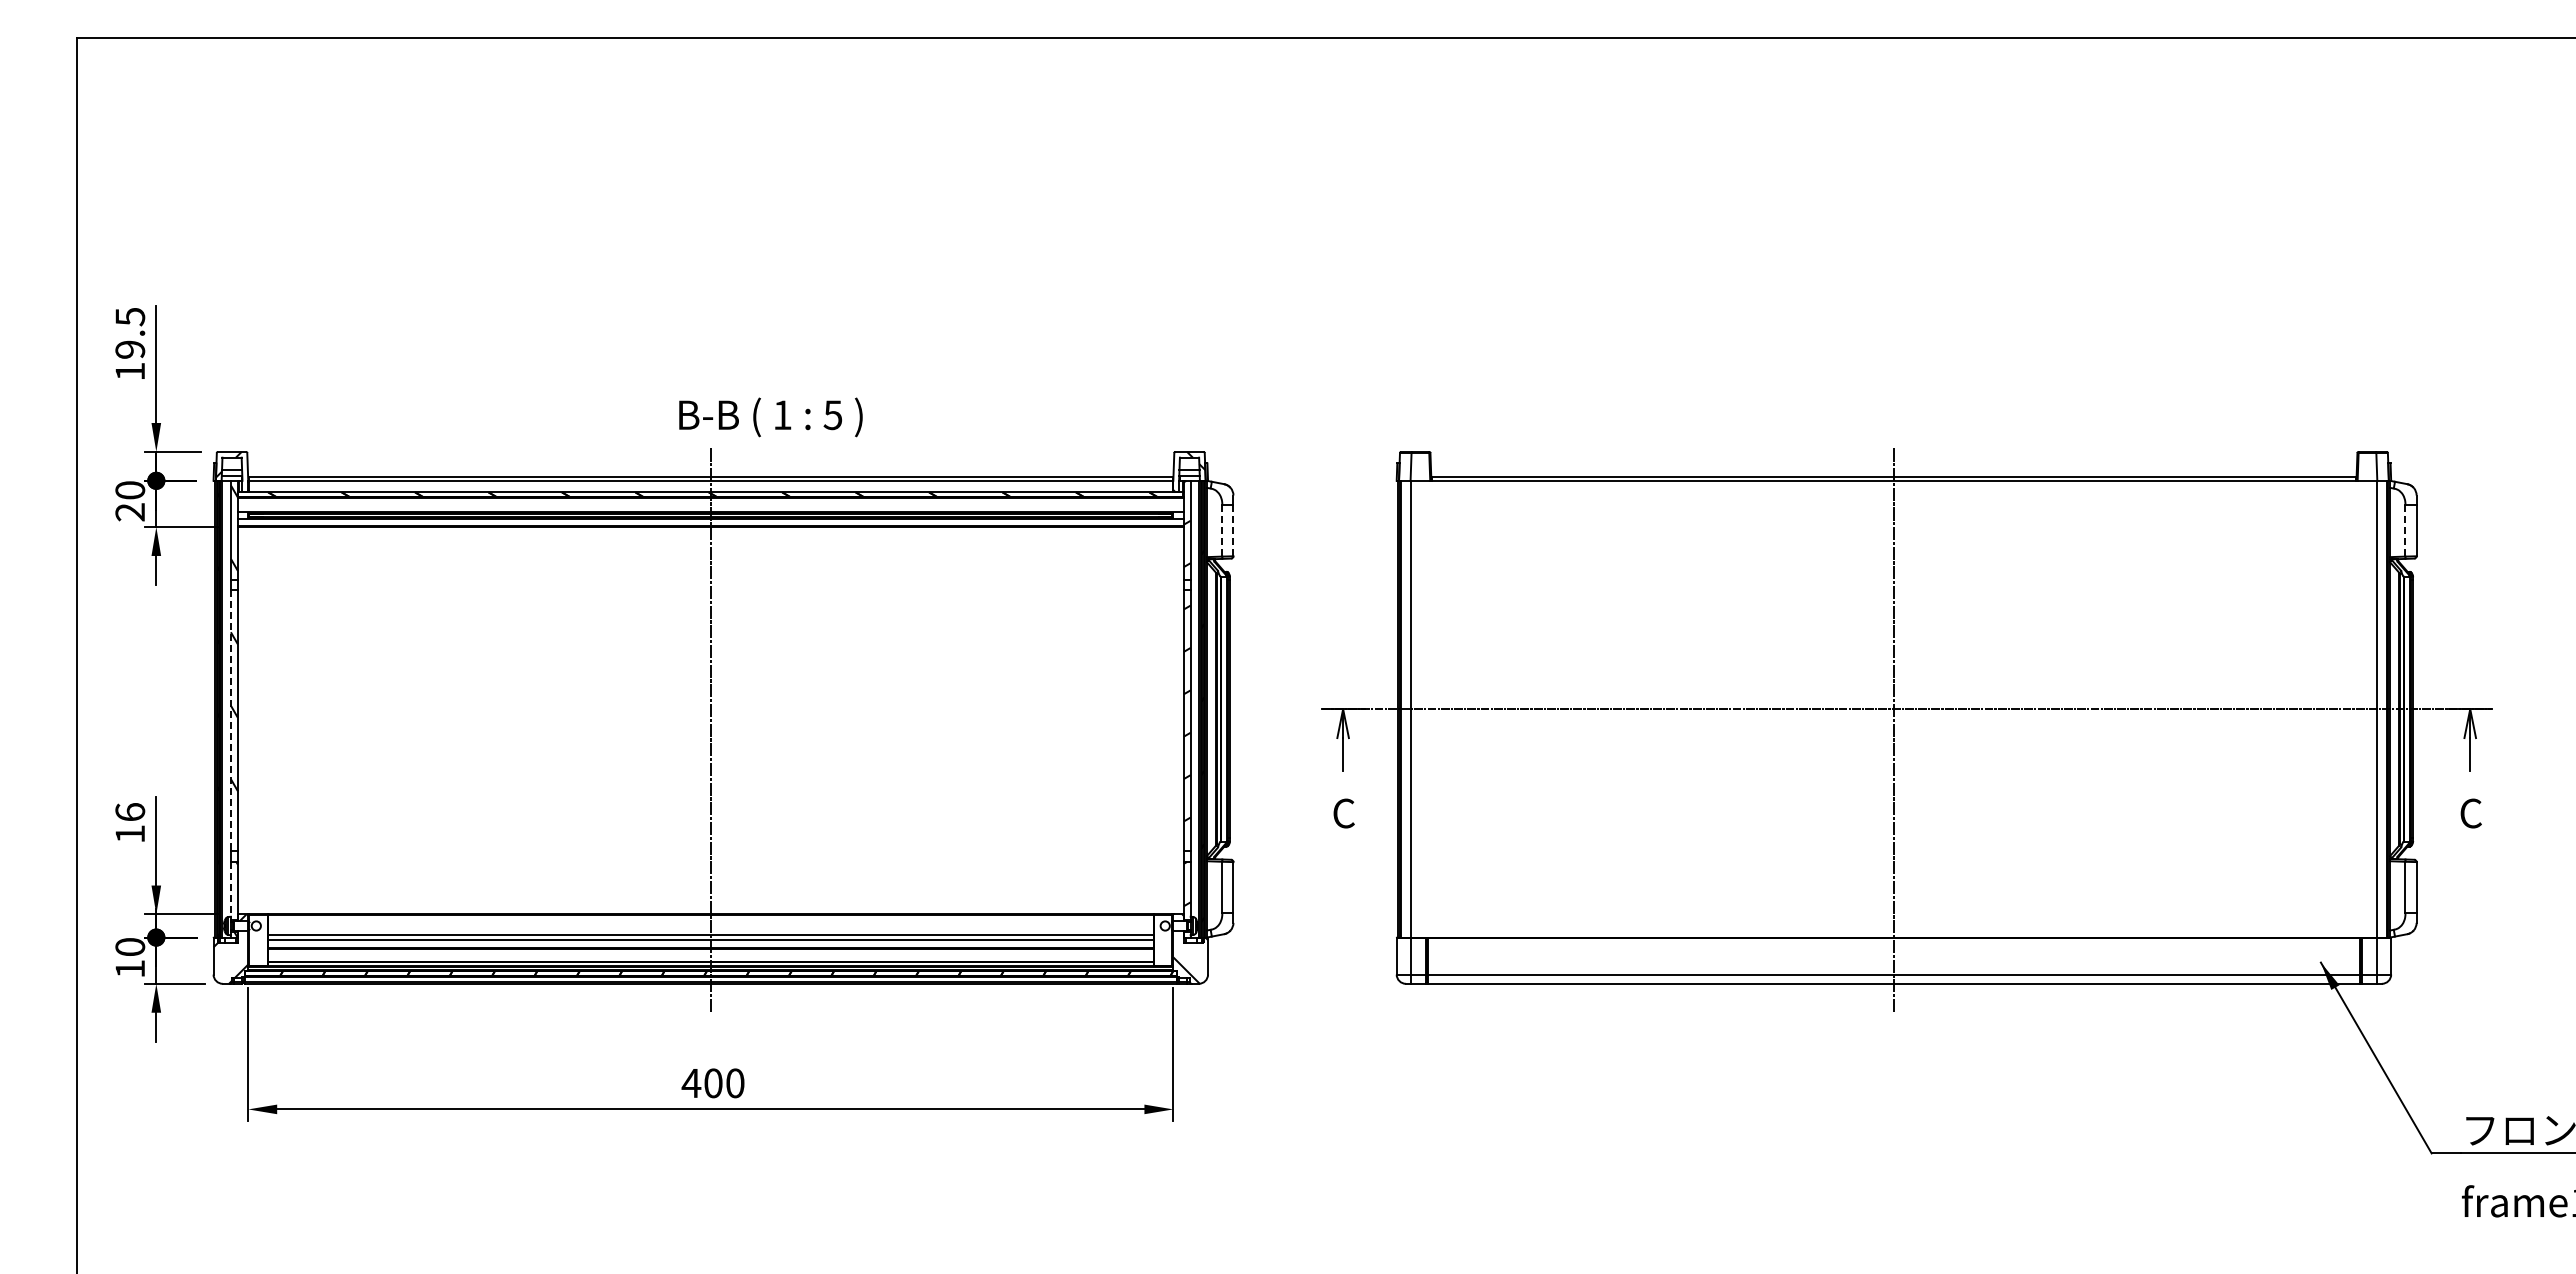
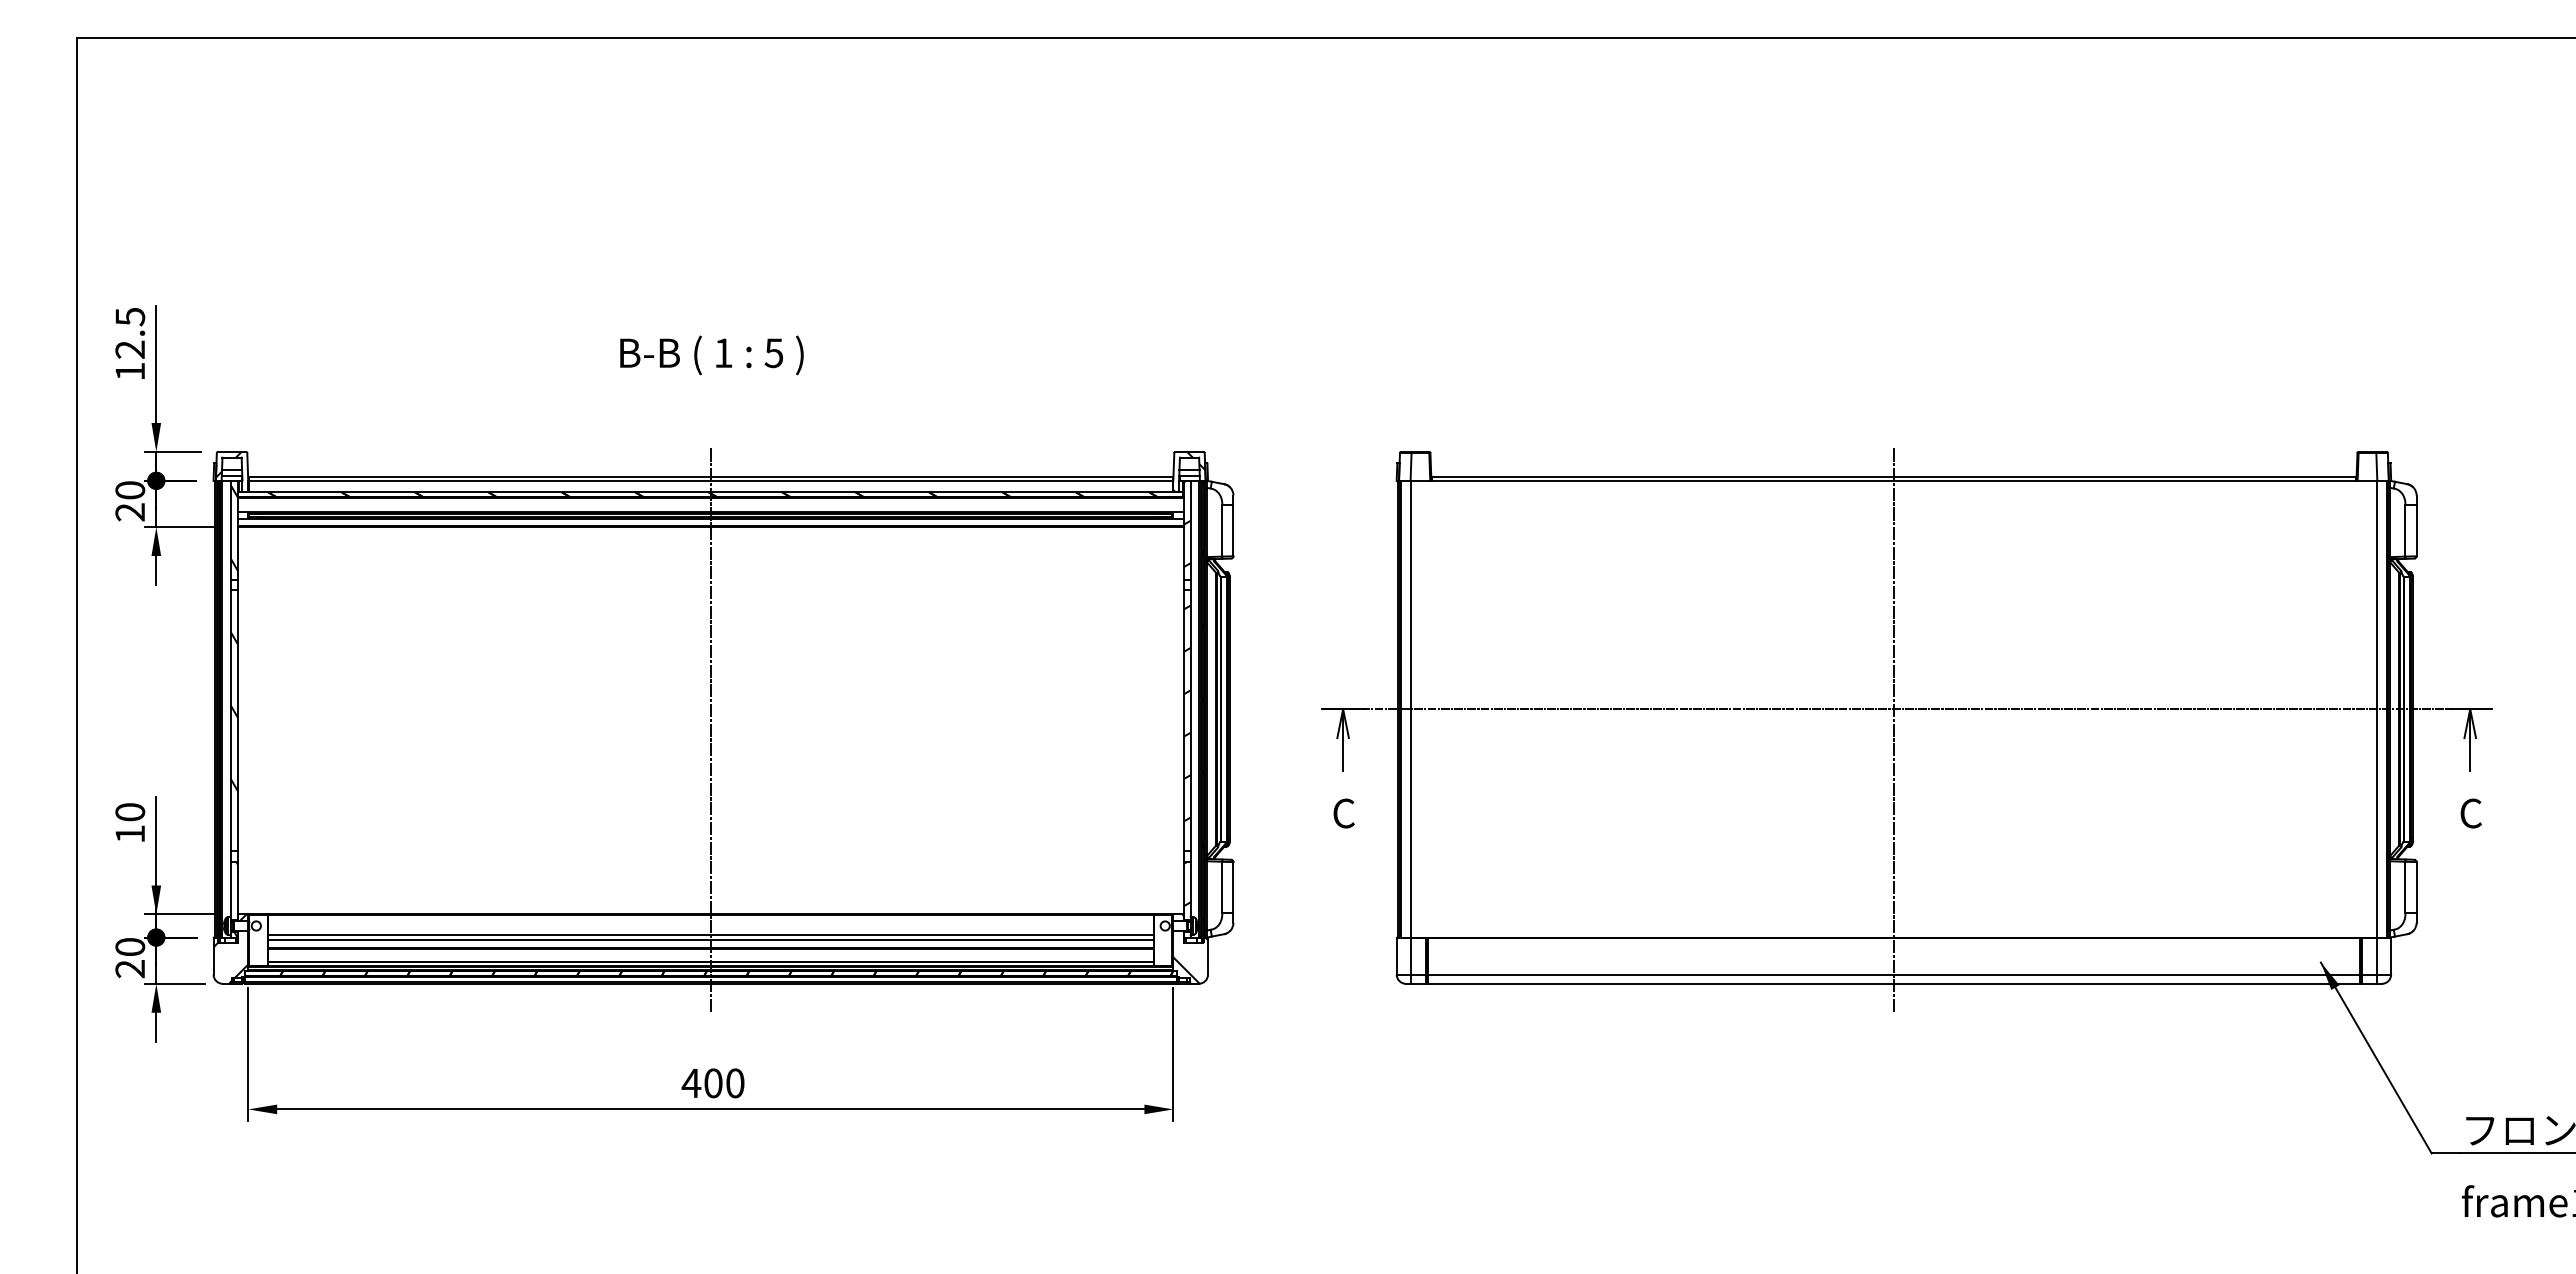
text at (130, 349): 19.5 -> 12.5
text at (770, 417) position: (770, 417) -> (711, 355)
line at (1222, 530): dashed -> solid
line at (1233, 530): dashed -> solid
line at (2405, 530): dashed -> solid
line at (230, 720): dashed -> solid
text at (130, 812): 16 -> 10
line at (230, 889): dashed -> solid
text at (129, 969): 10 -> 20
